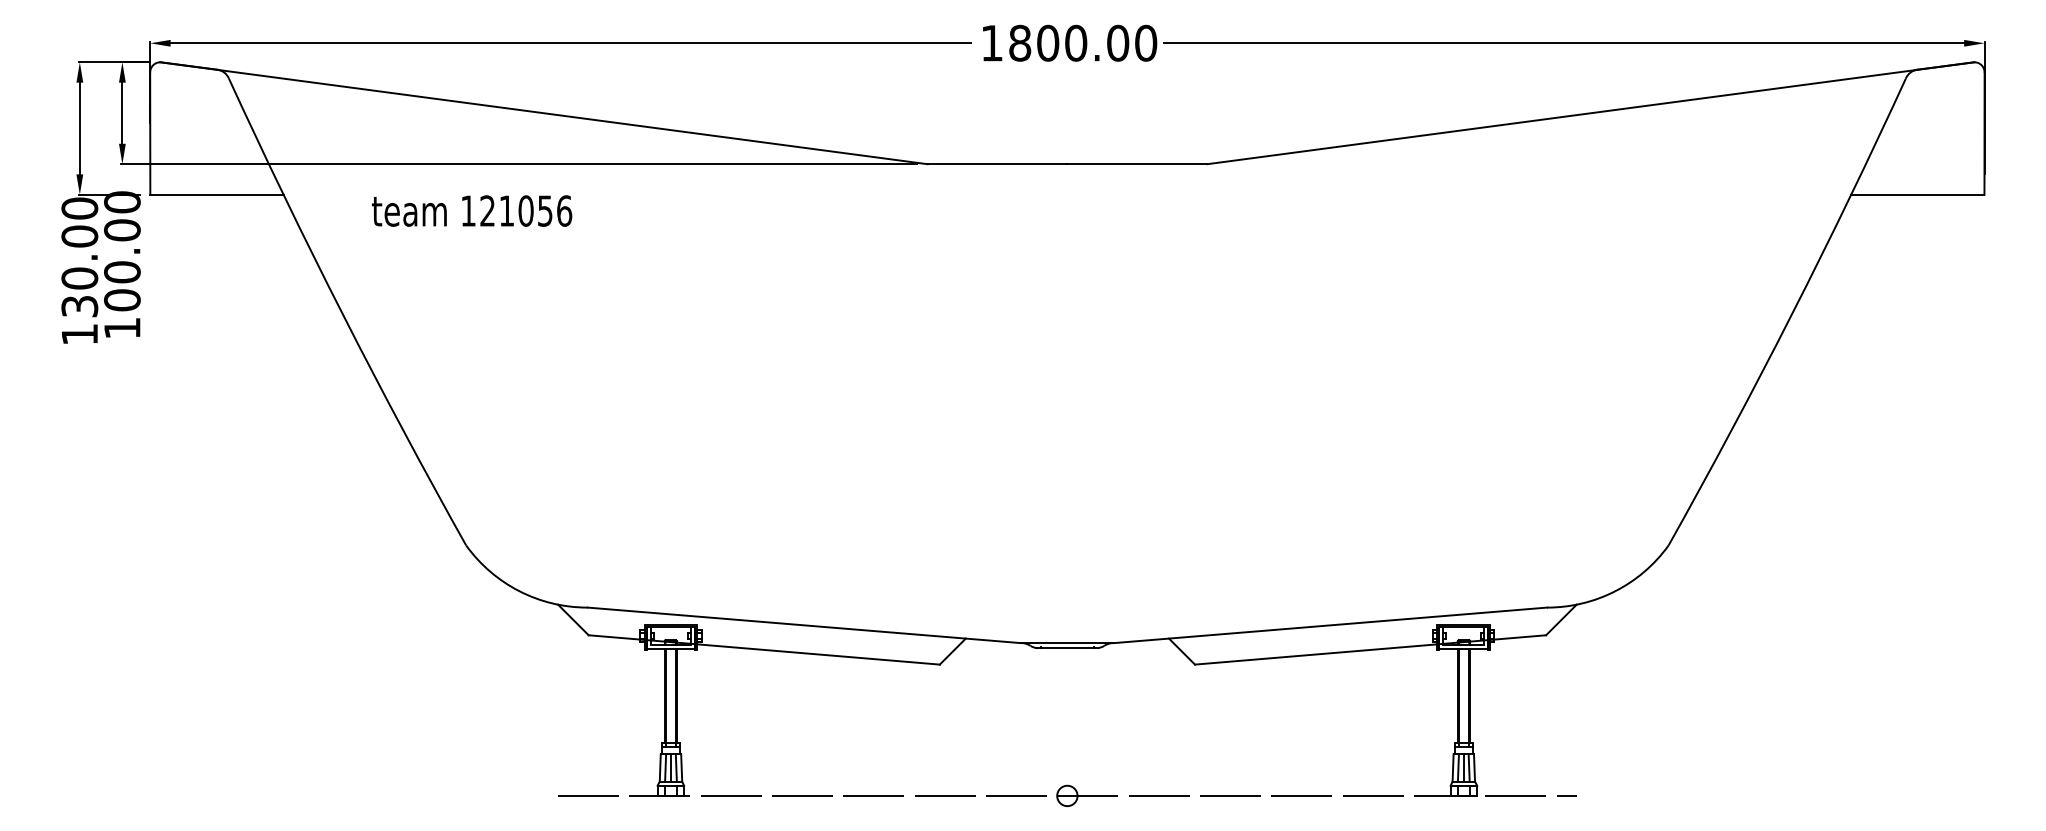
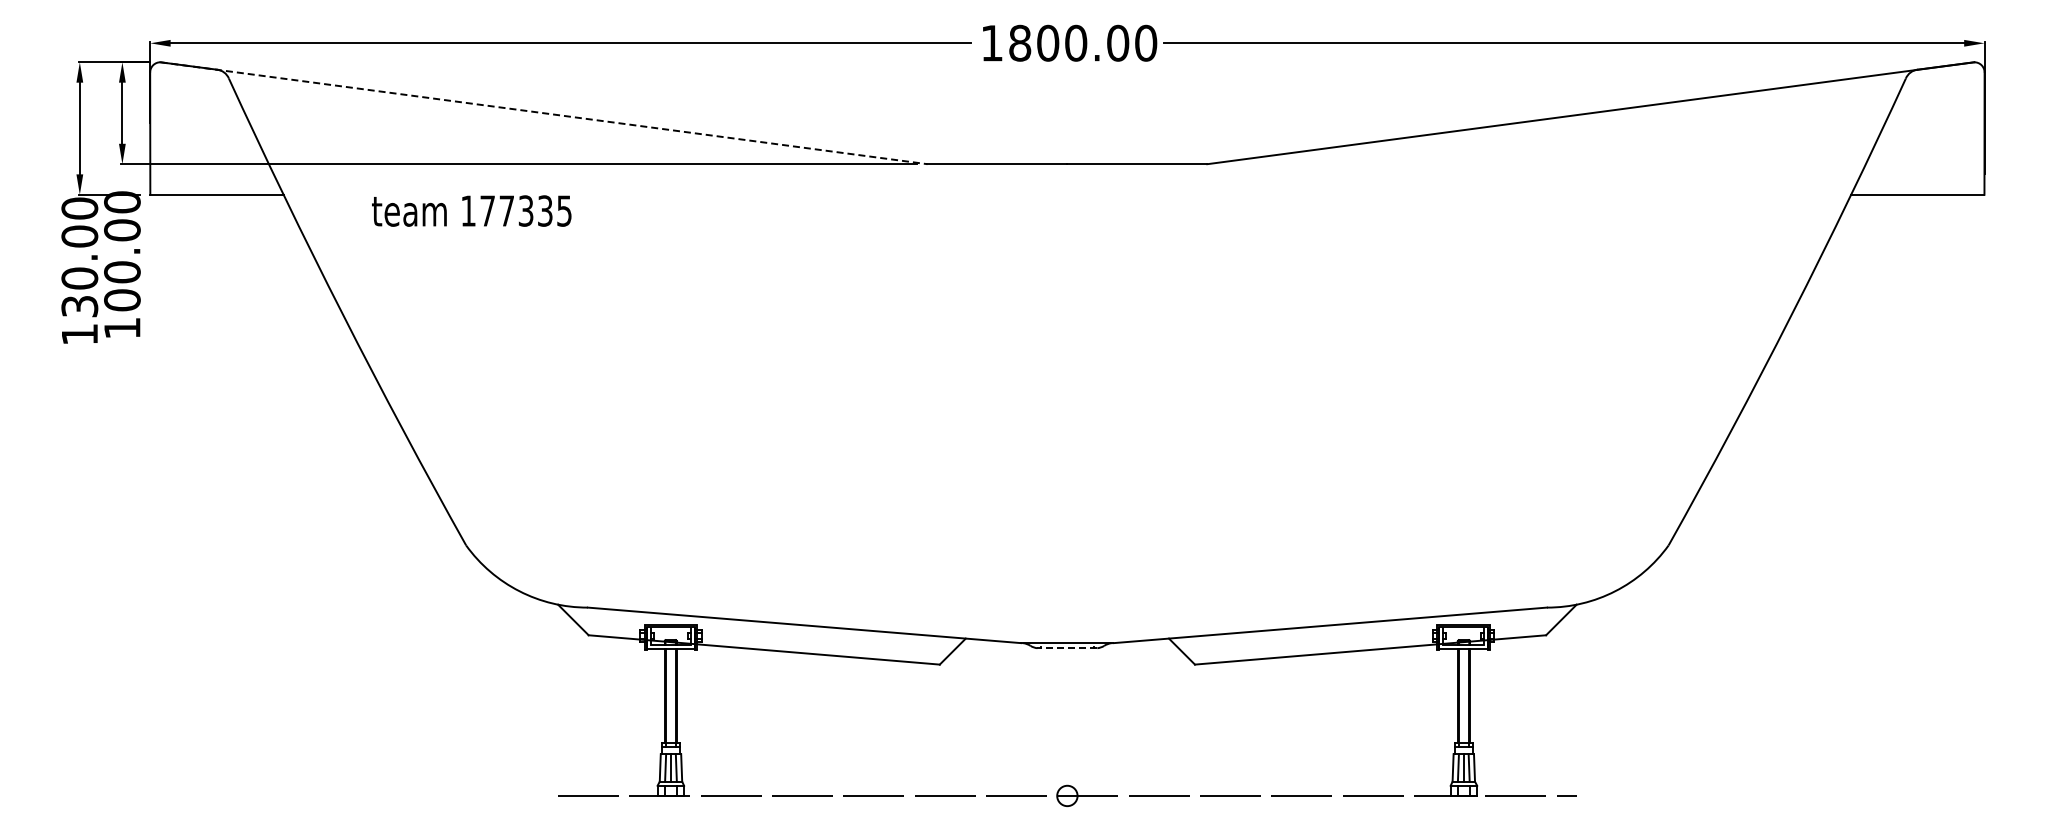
line at (544, 113): solid -> dashed
text at (526, 210): 121056 -> 177335
line at (1067, 648): solid -> dashed
